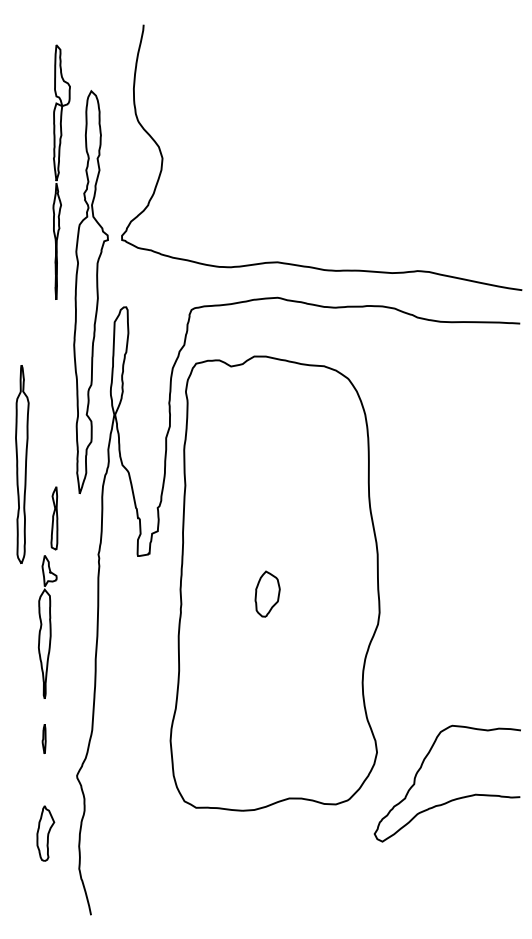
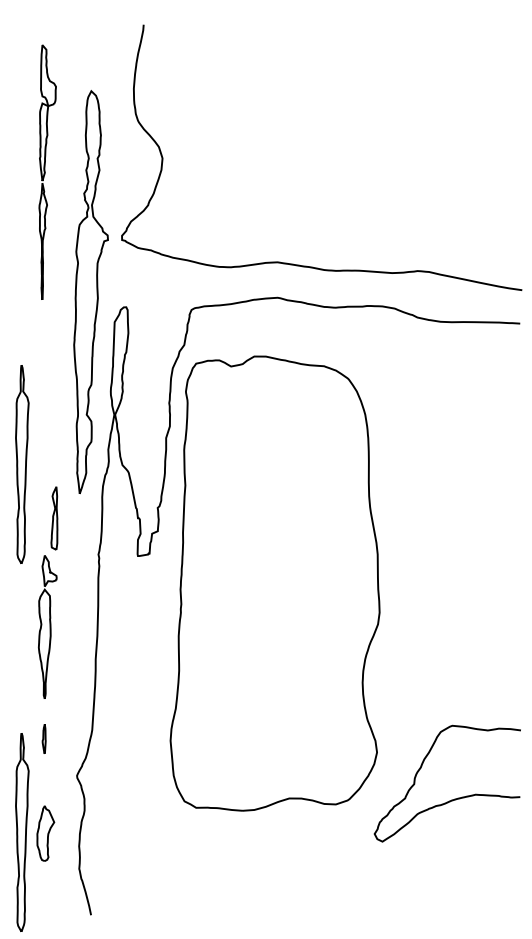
part at (61, 171) position: (61, 171) -> (47, 171)
part at (267, 593): present -> none
part at (22, 832): none -> present
